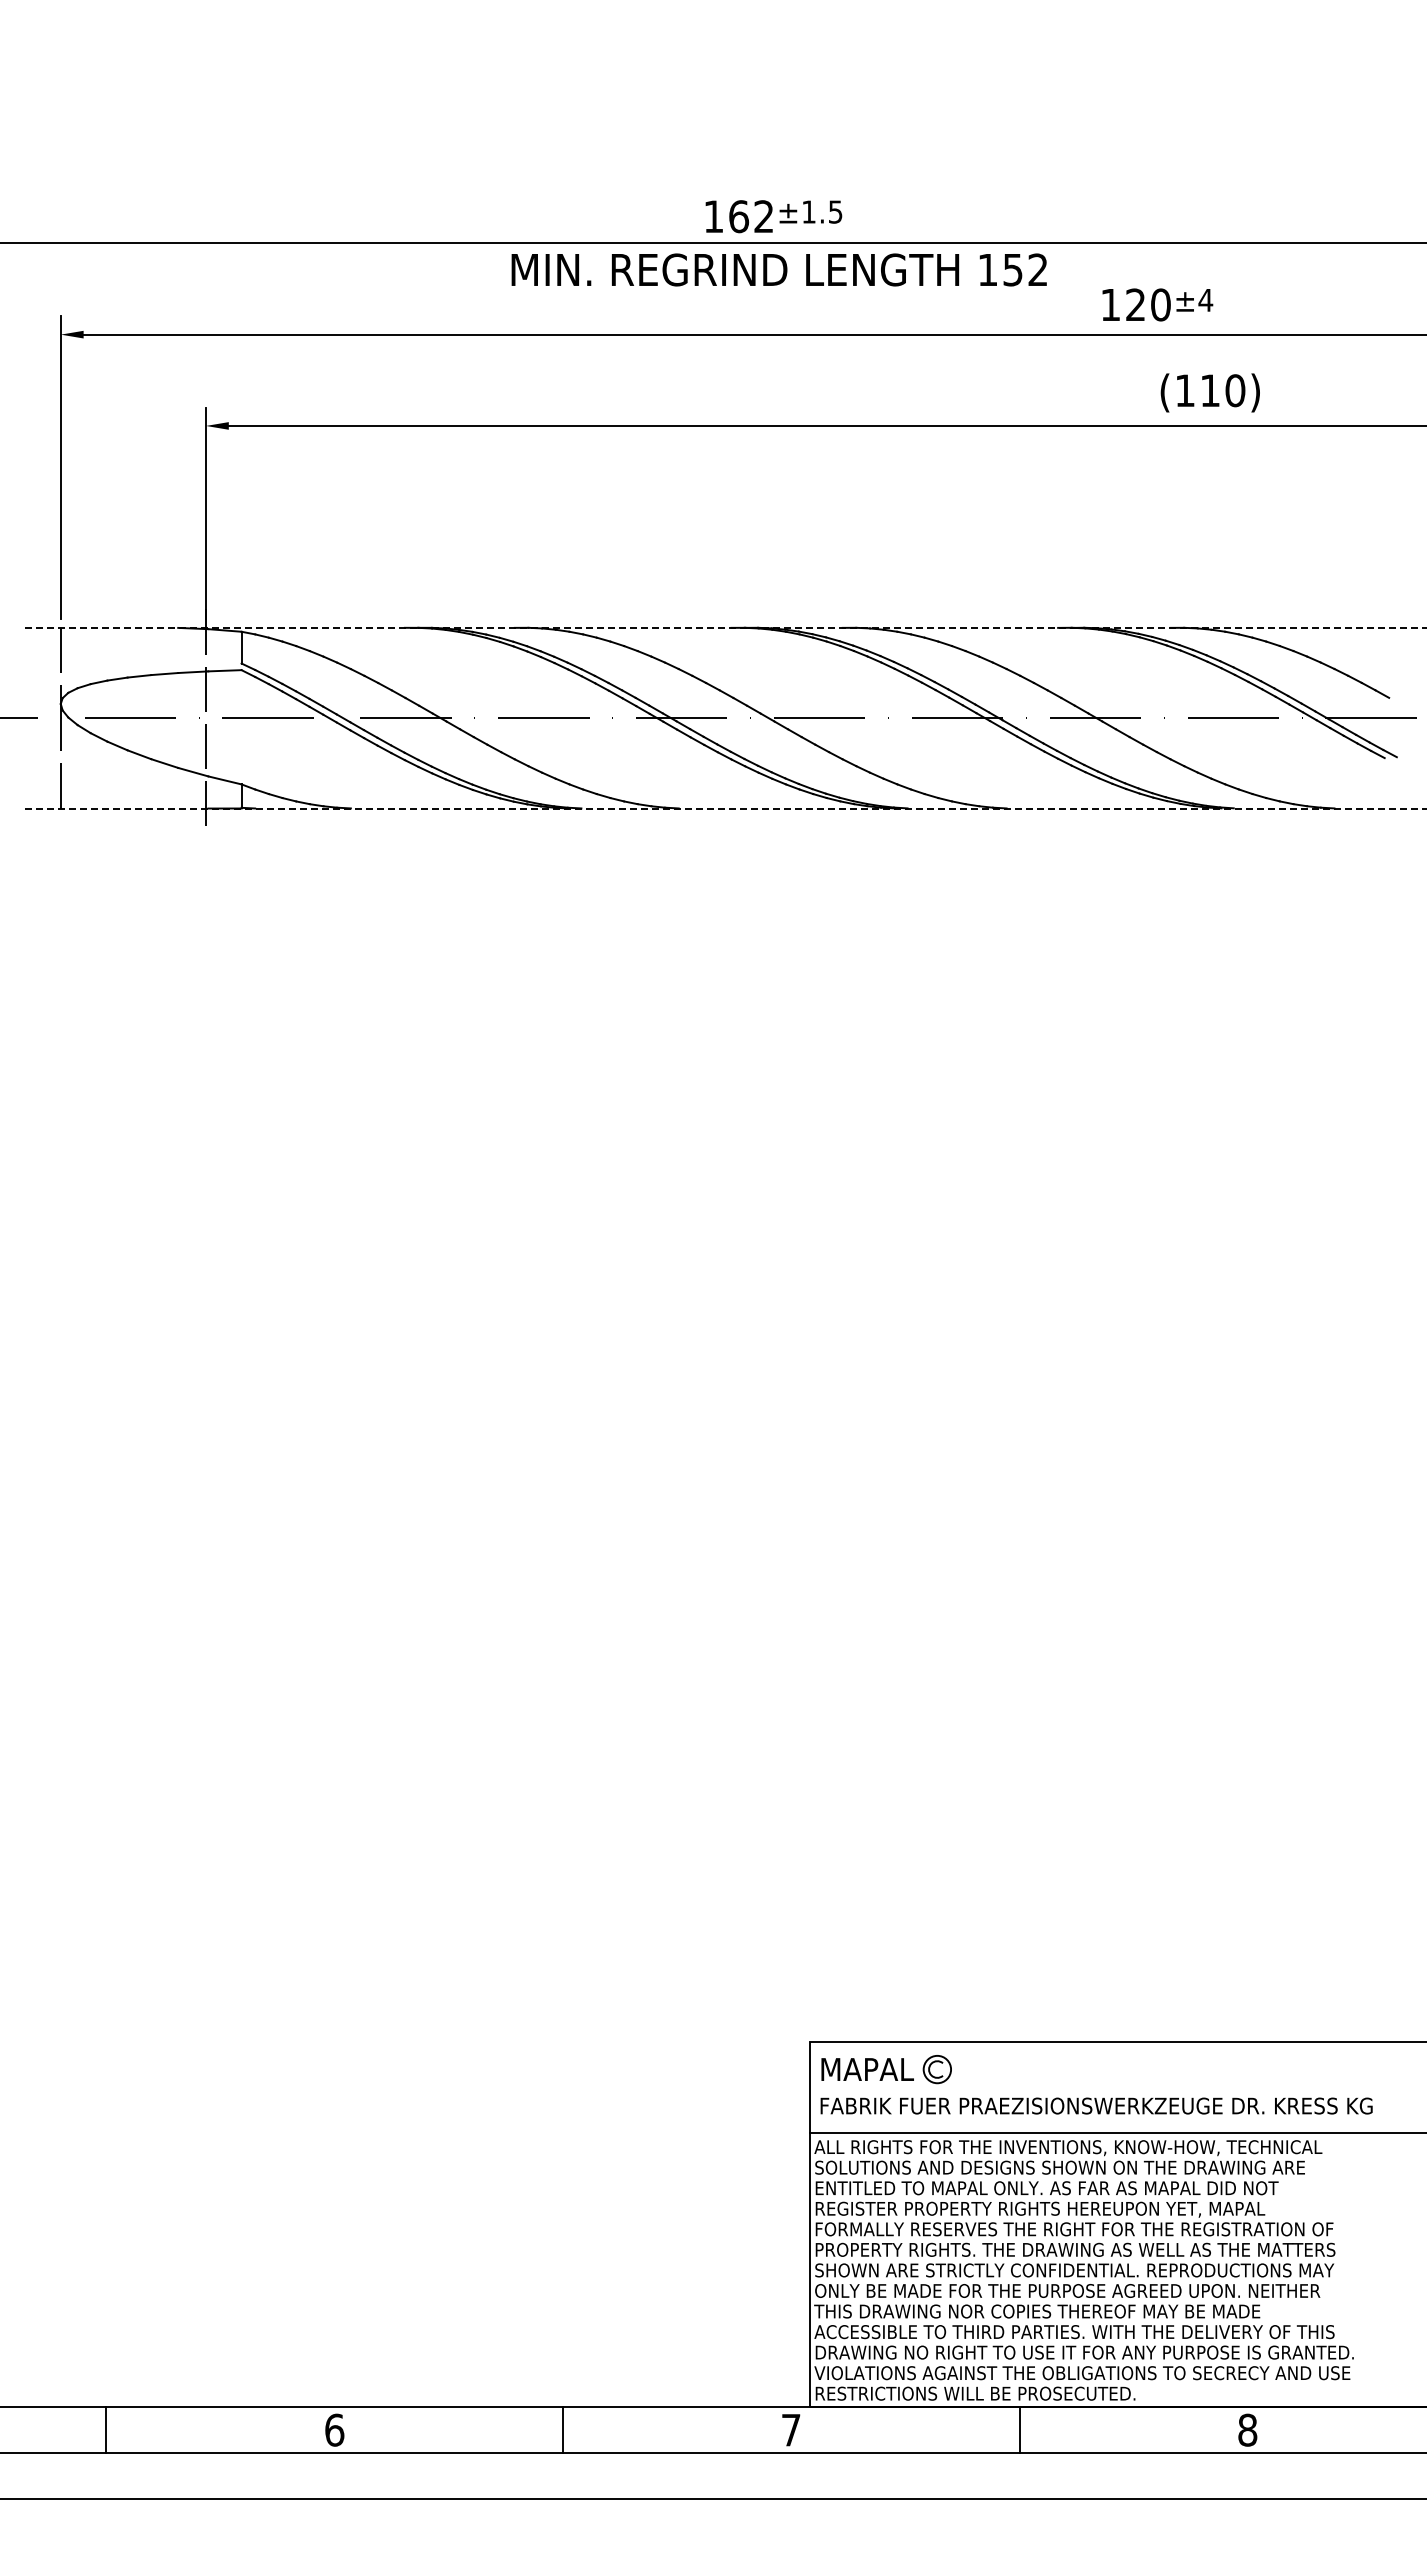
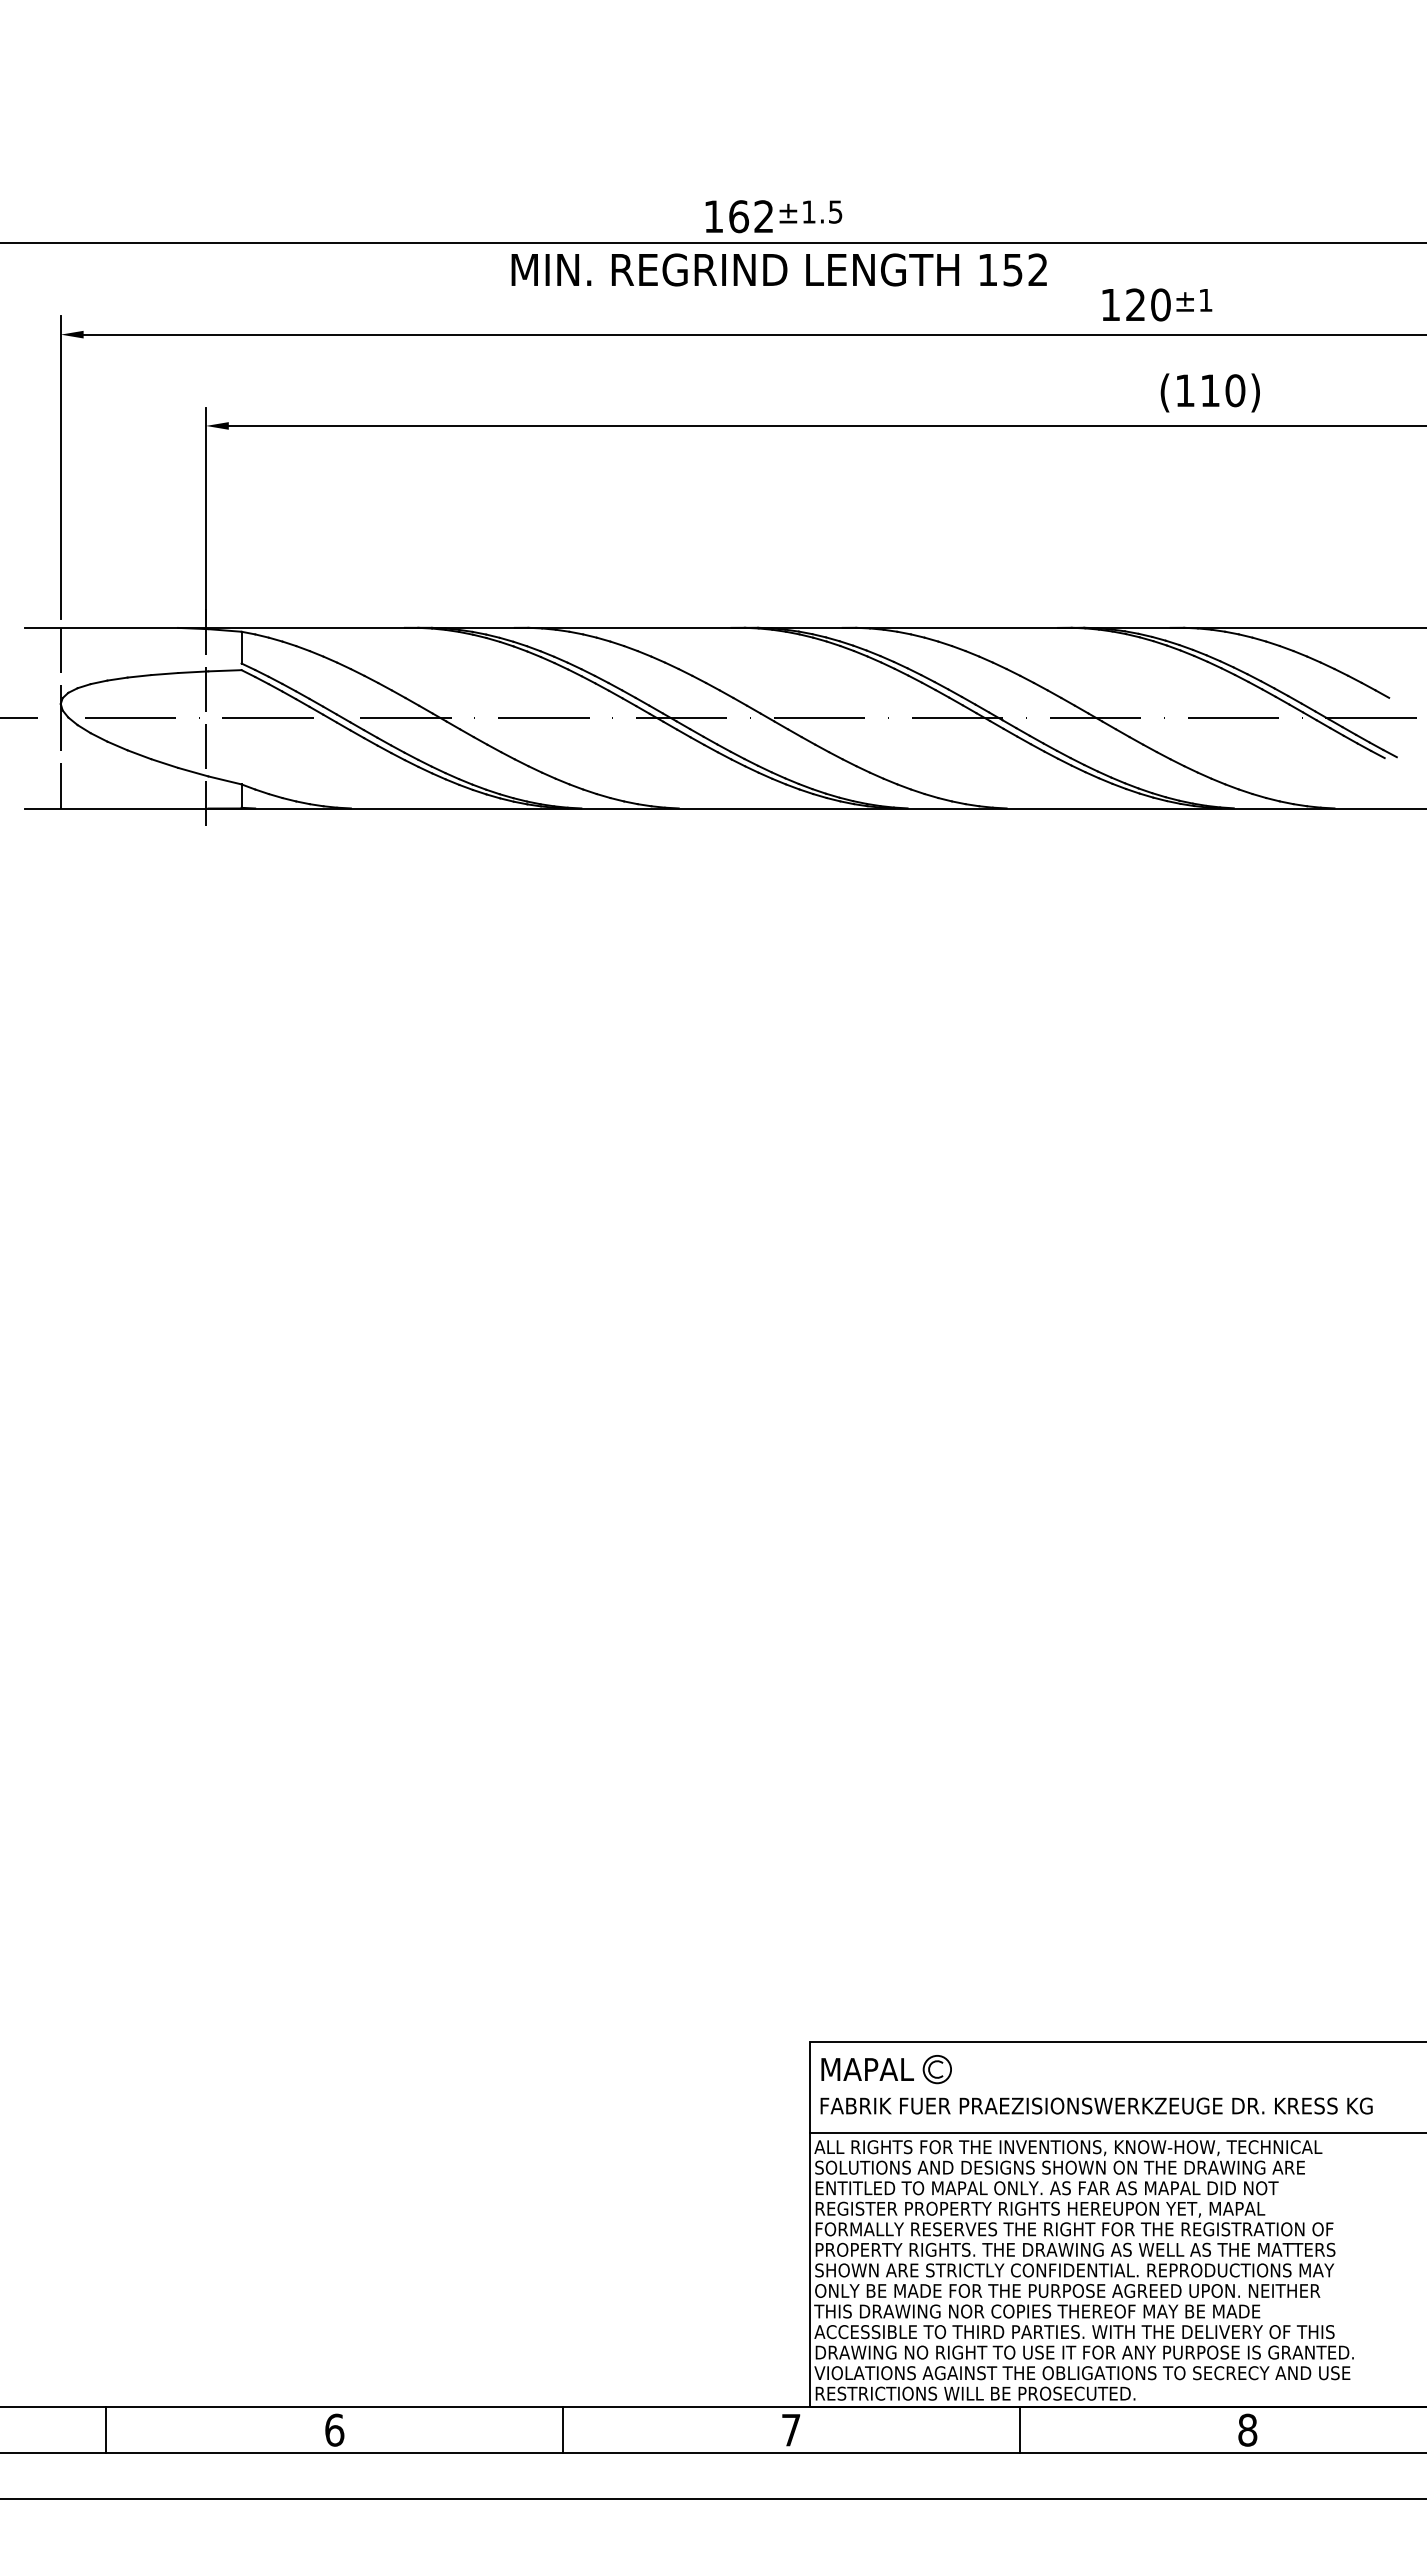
text at (1205, 300): ±4 -> ±1
line at (726, 627): dashed -> solid
line at (726, 808): dashed -> solid
